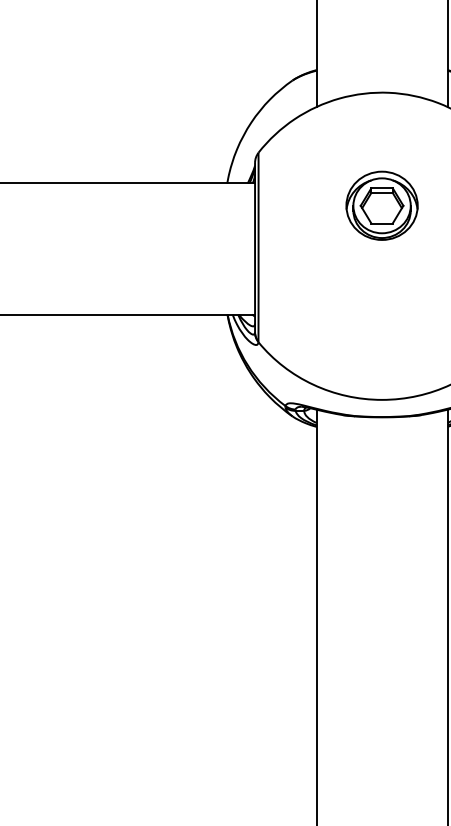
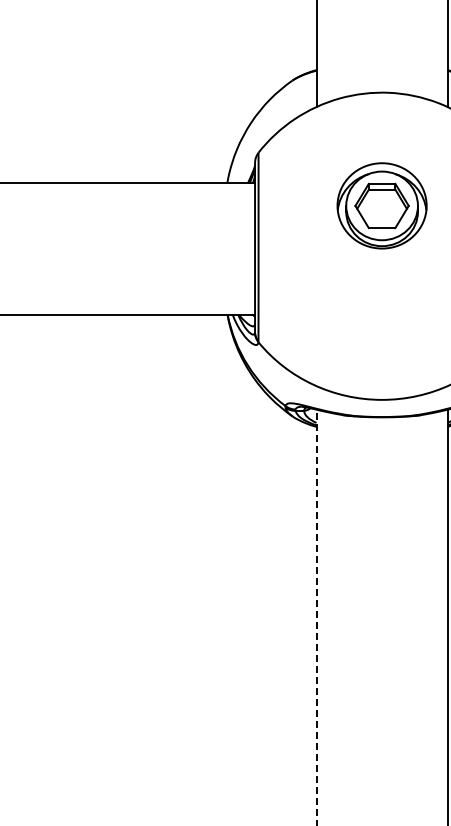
part at (381, 205) size: 74x71 px -> 92x88 px
line at (316, 617): solid -> dashed
